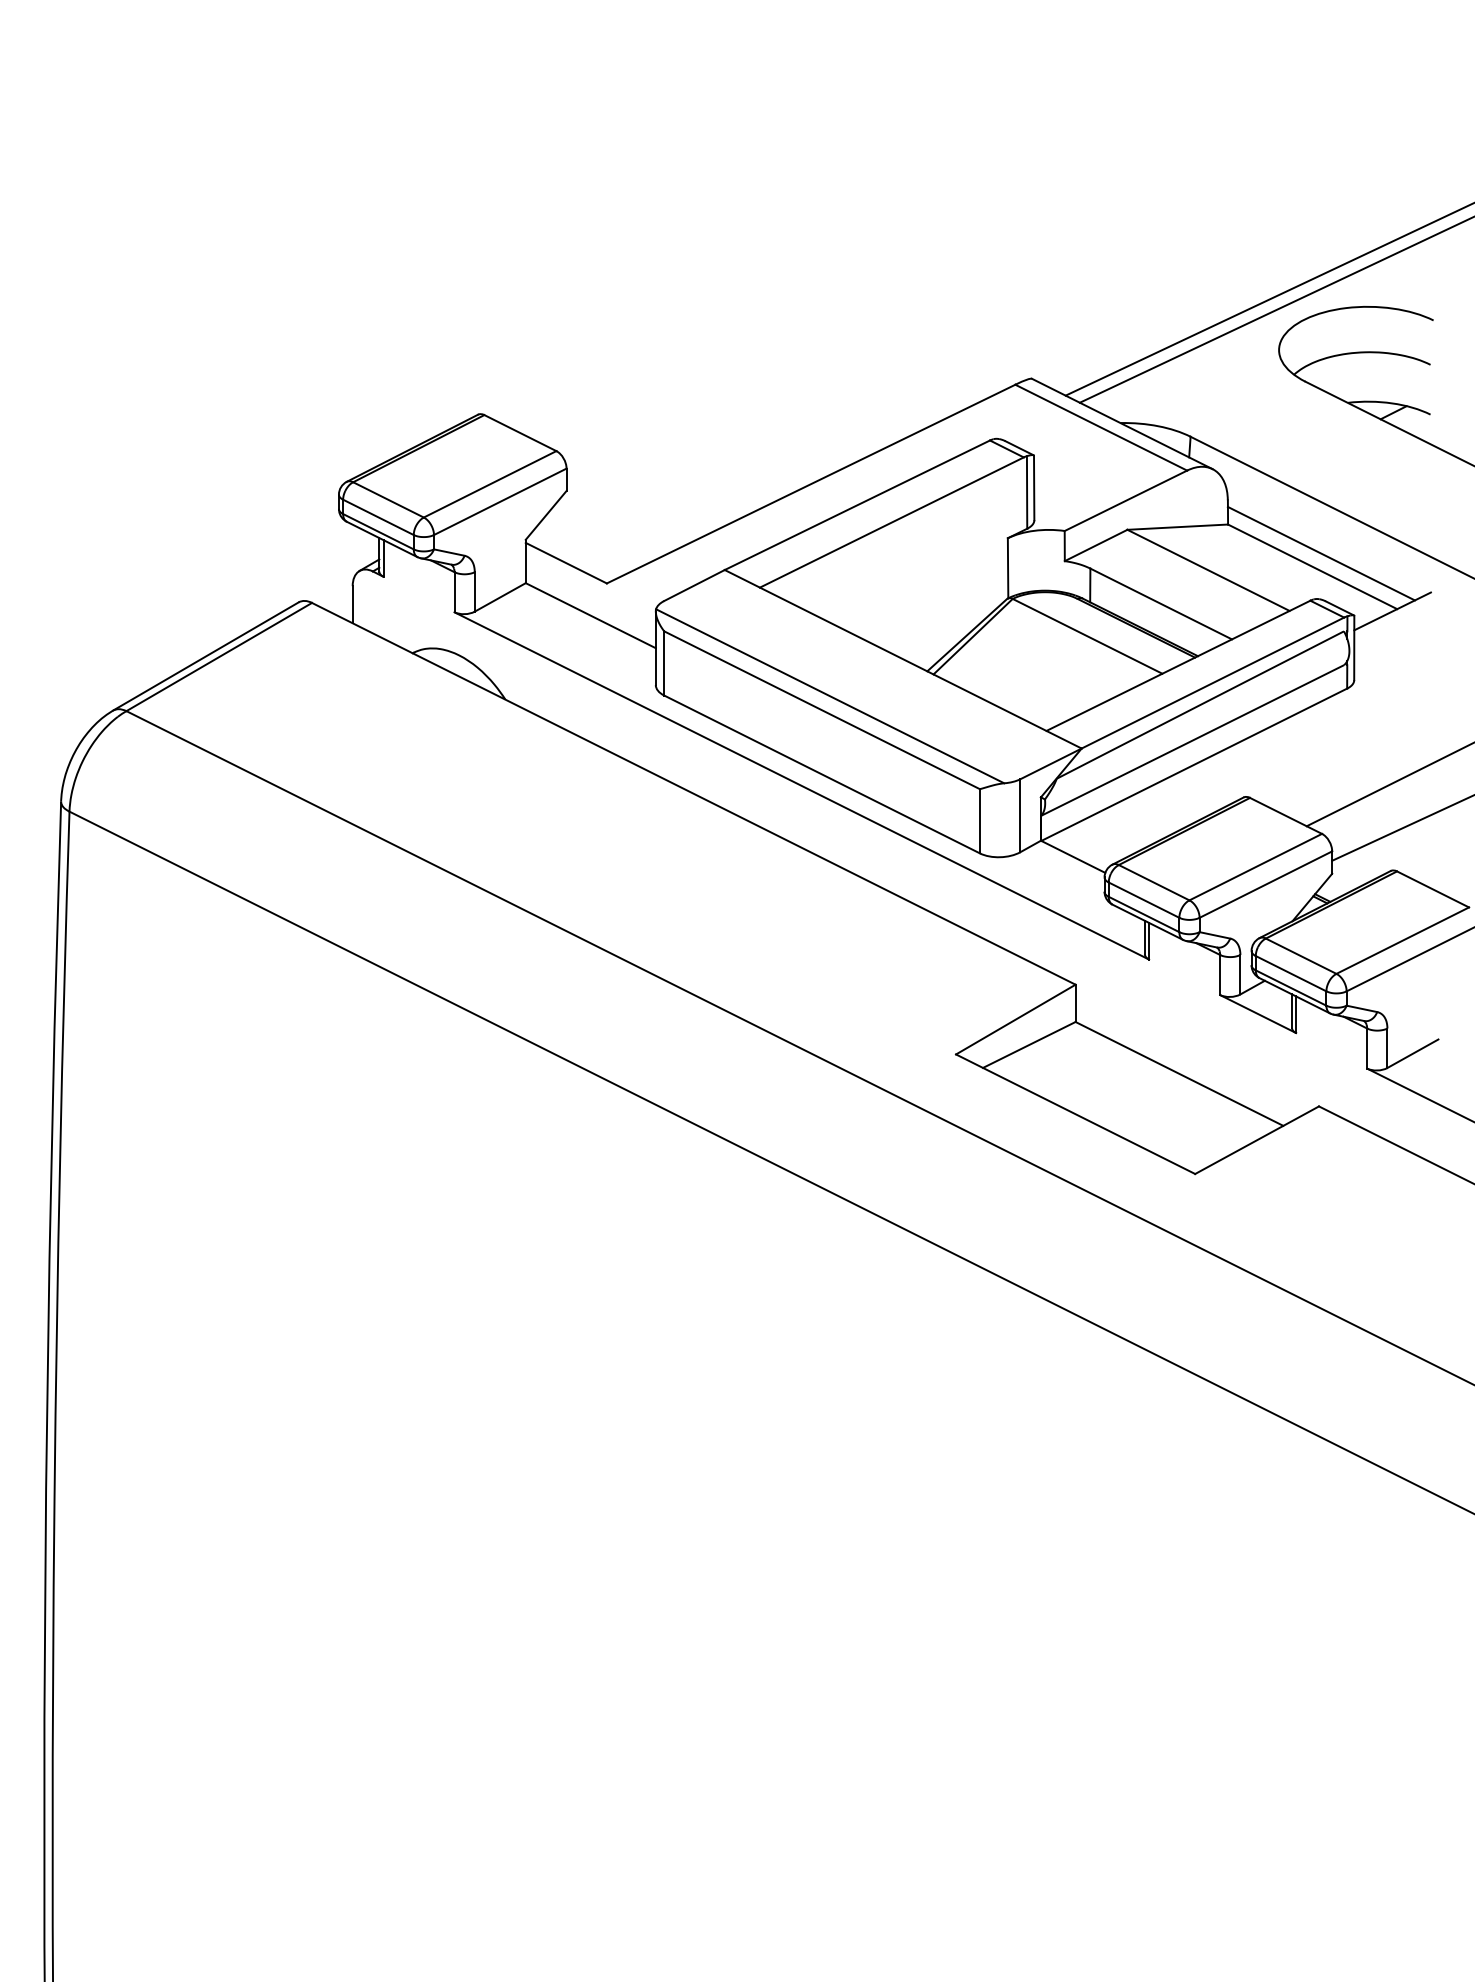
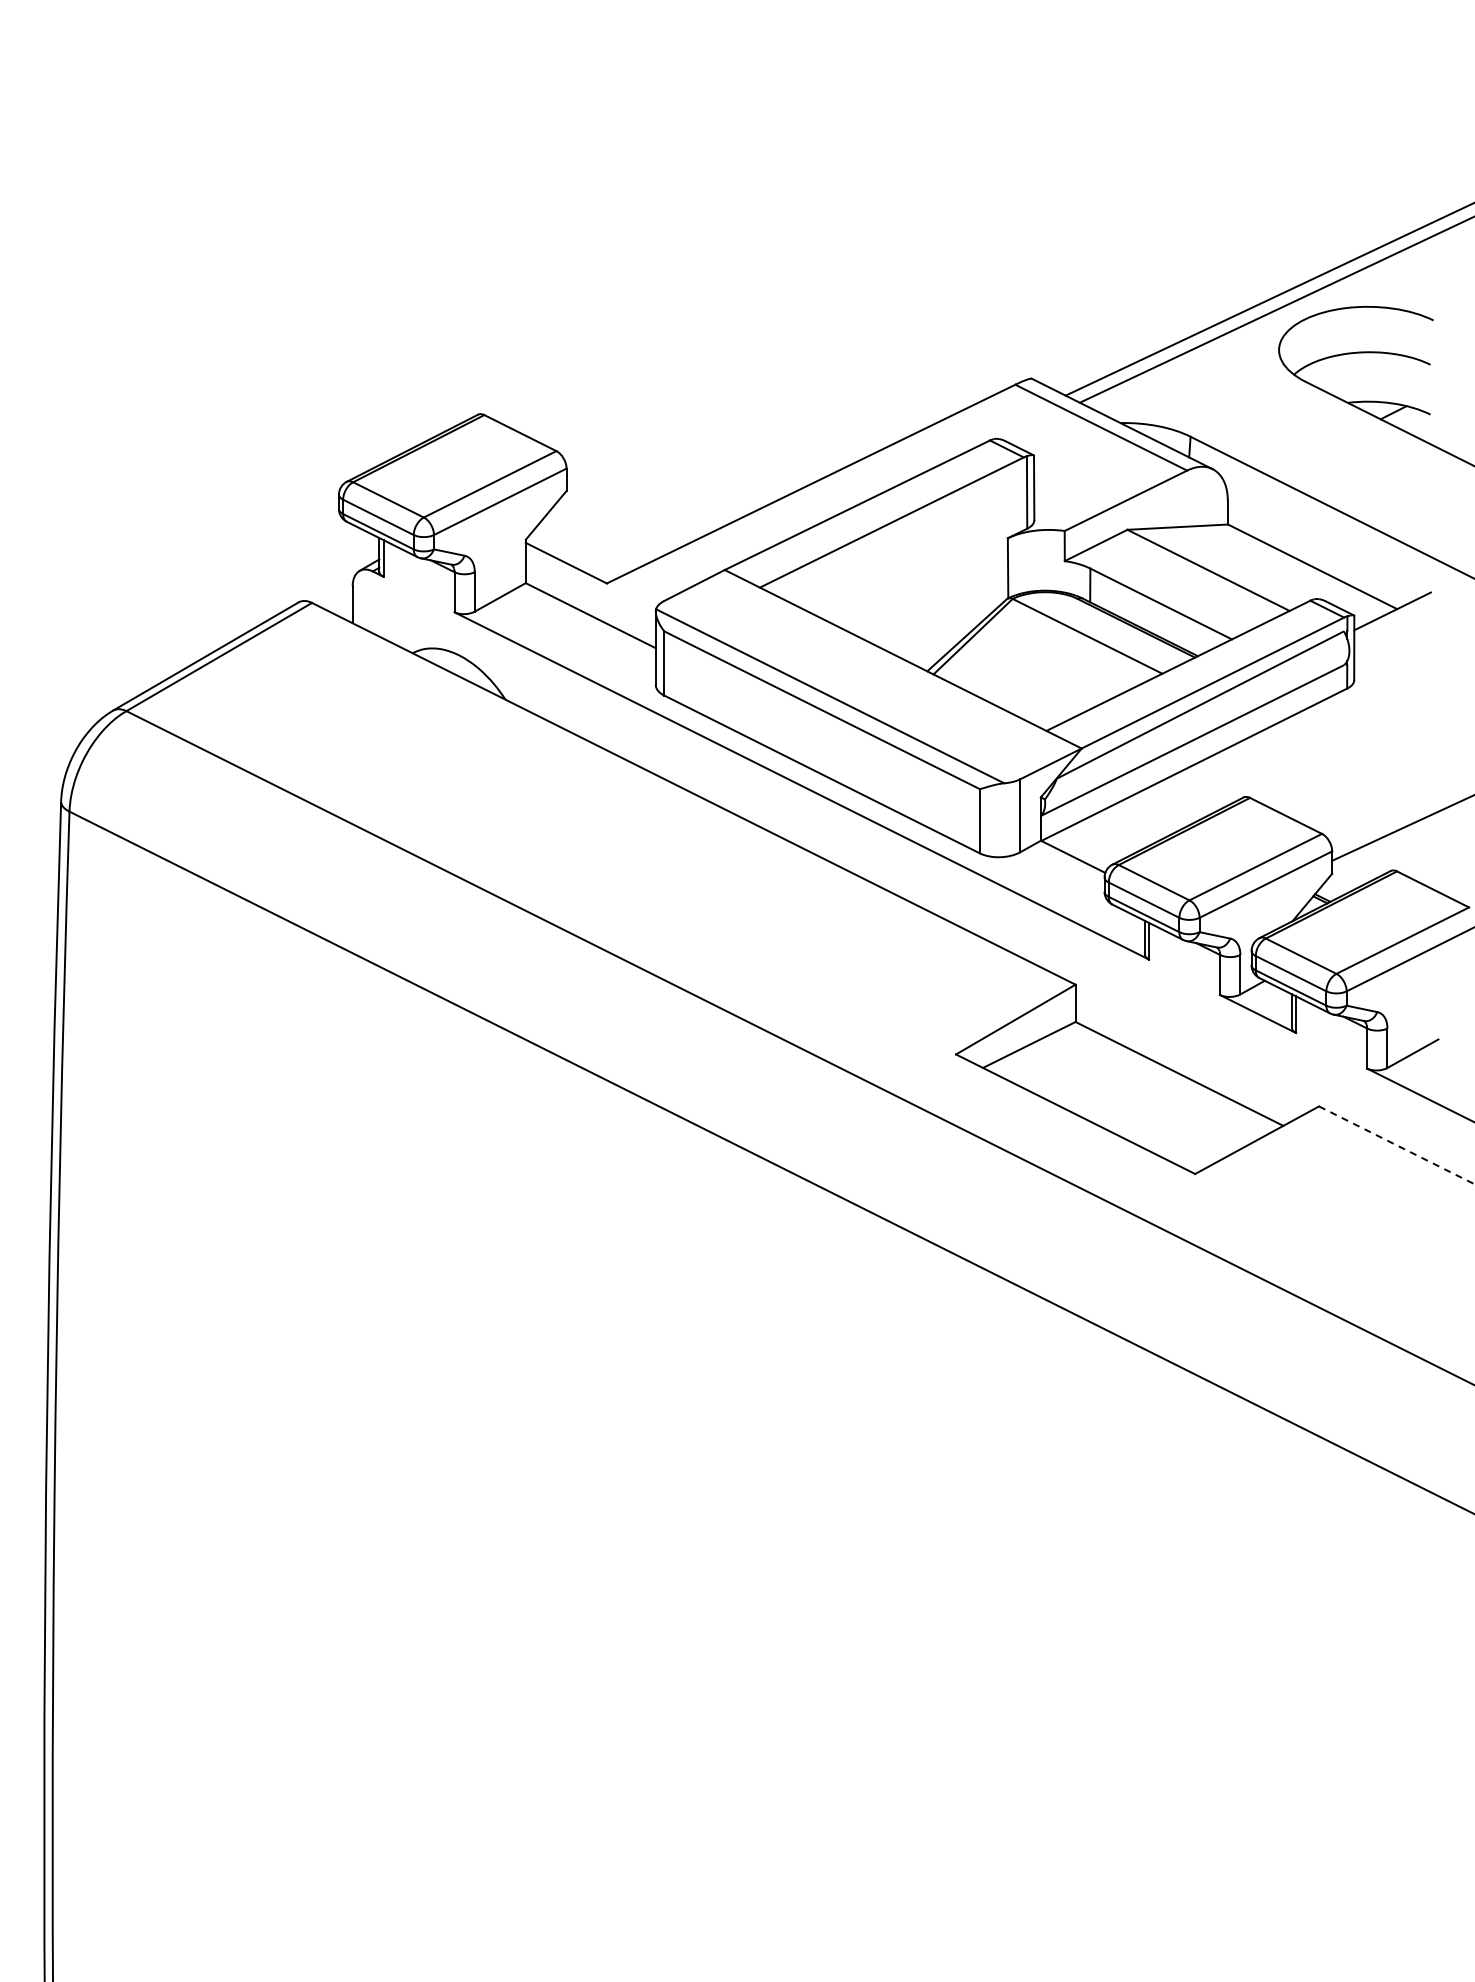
line at (1320, 553): present -> none
line at (1388, 784): present -> none
line at (1396, 1145): solid -> dashed
